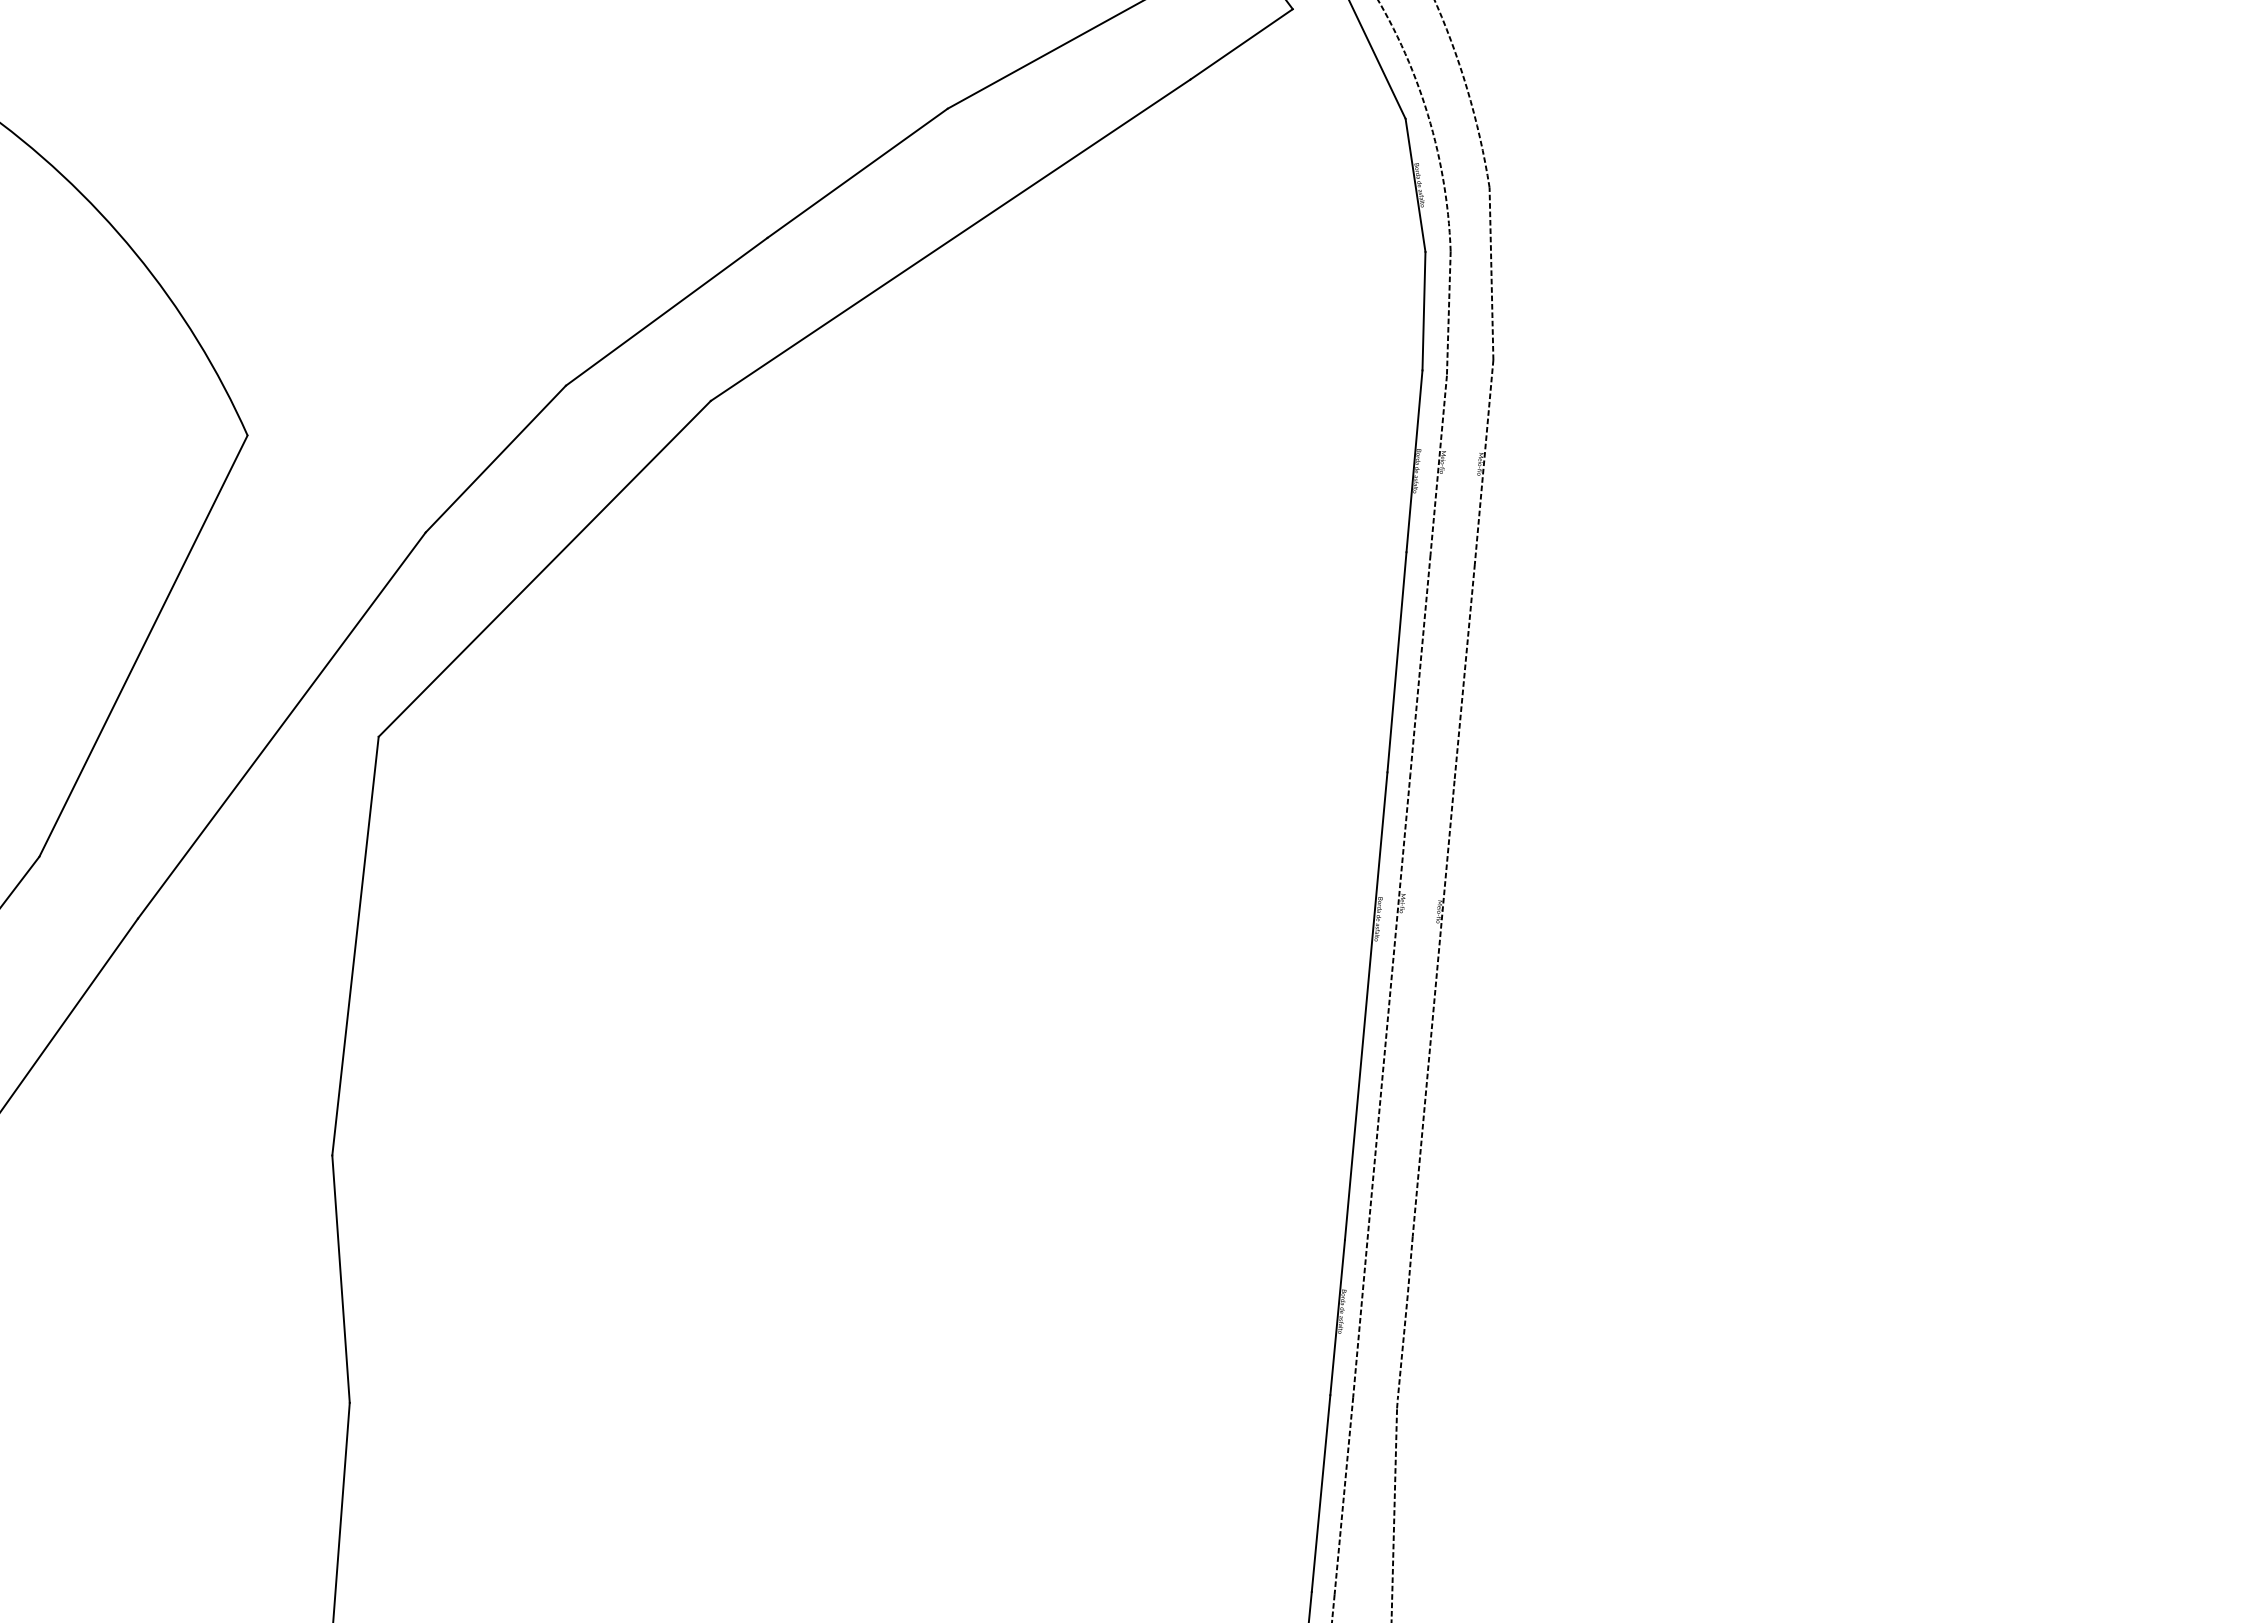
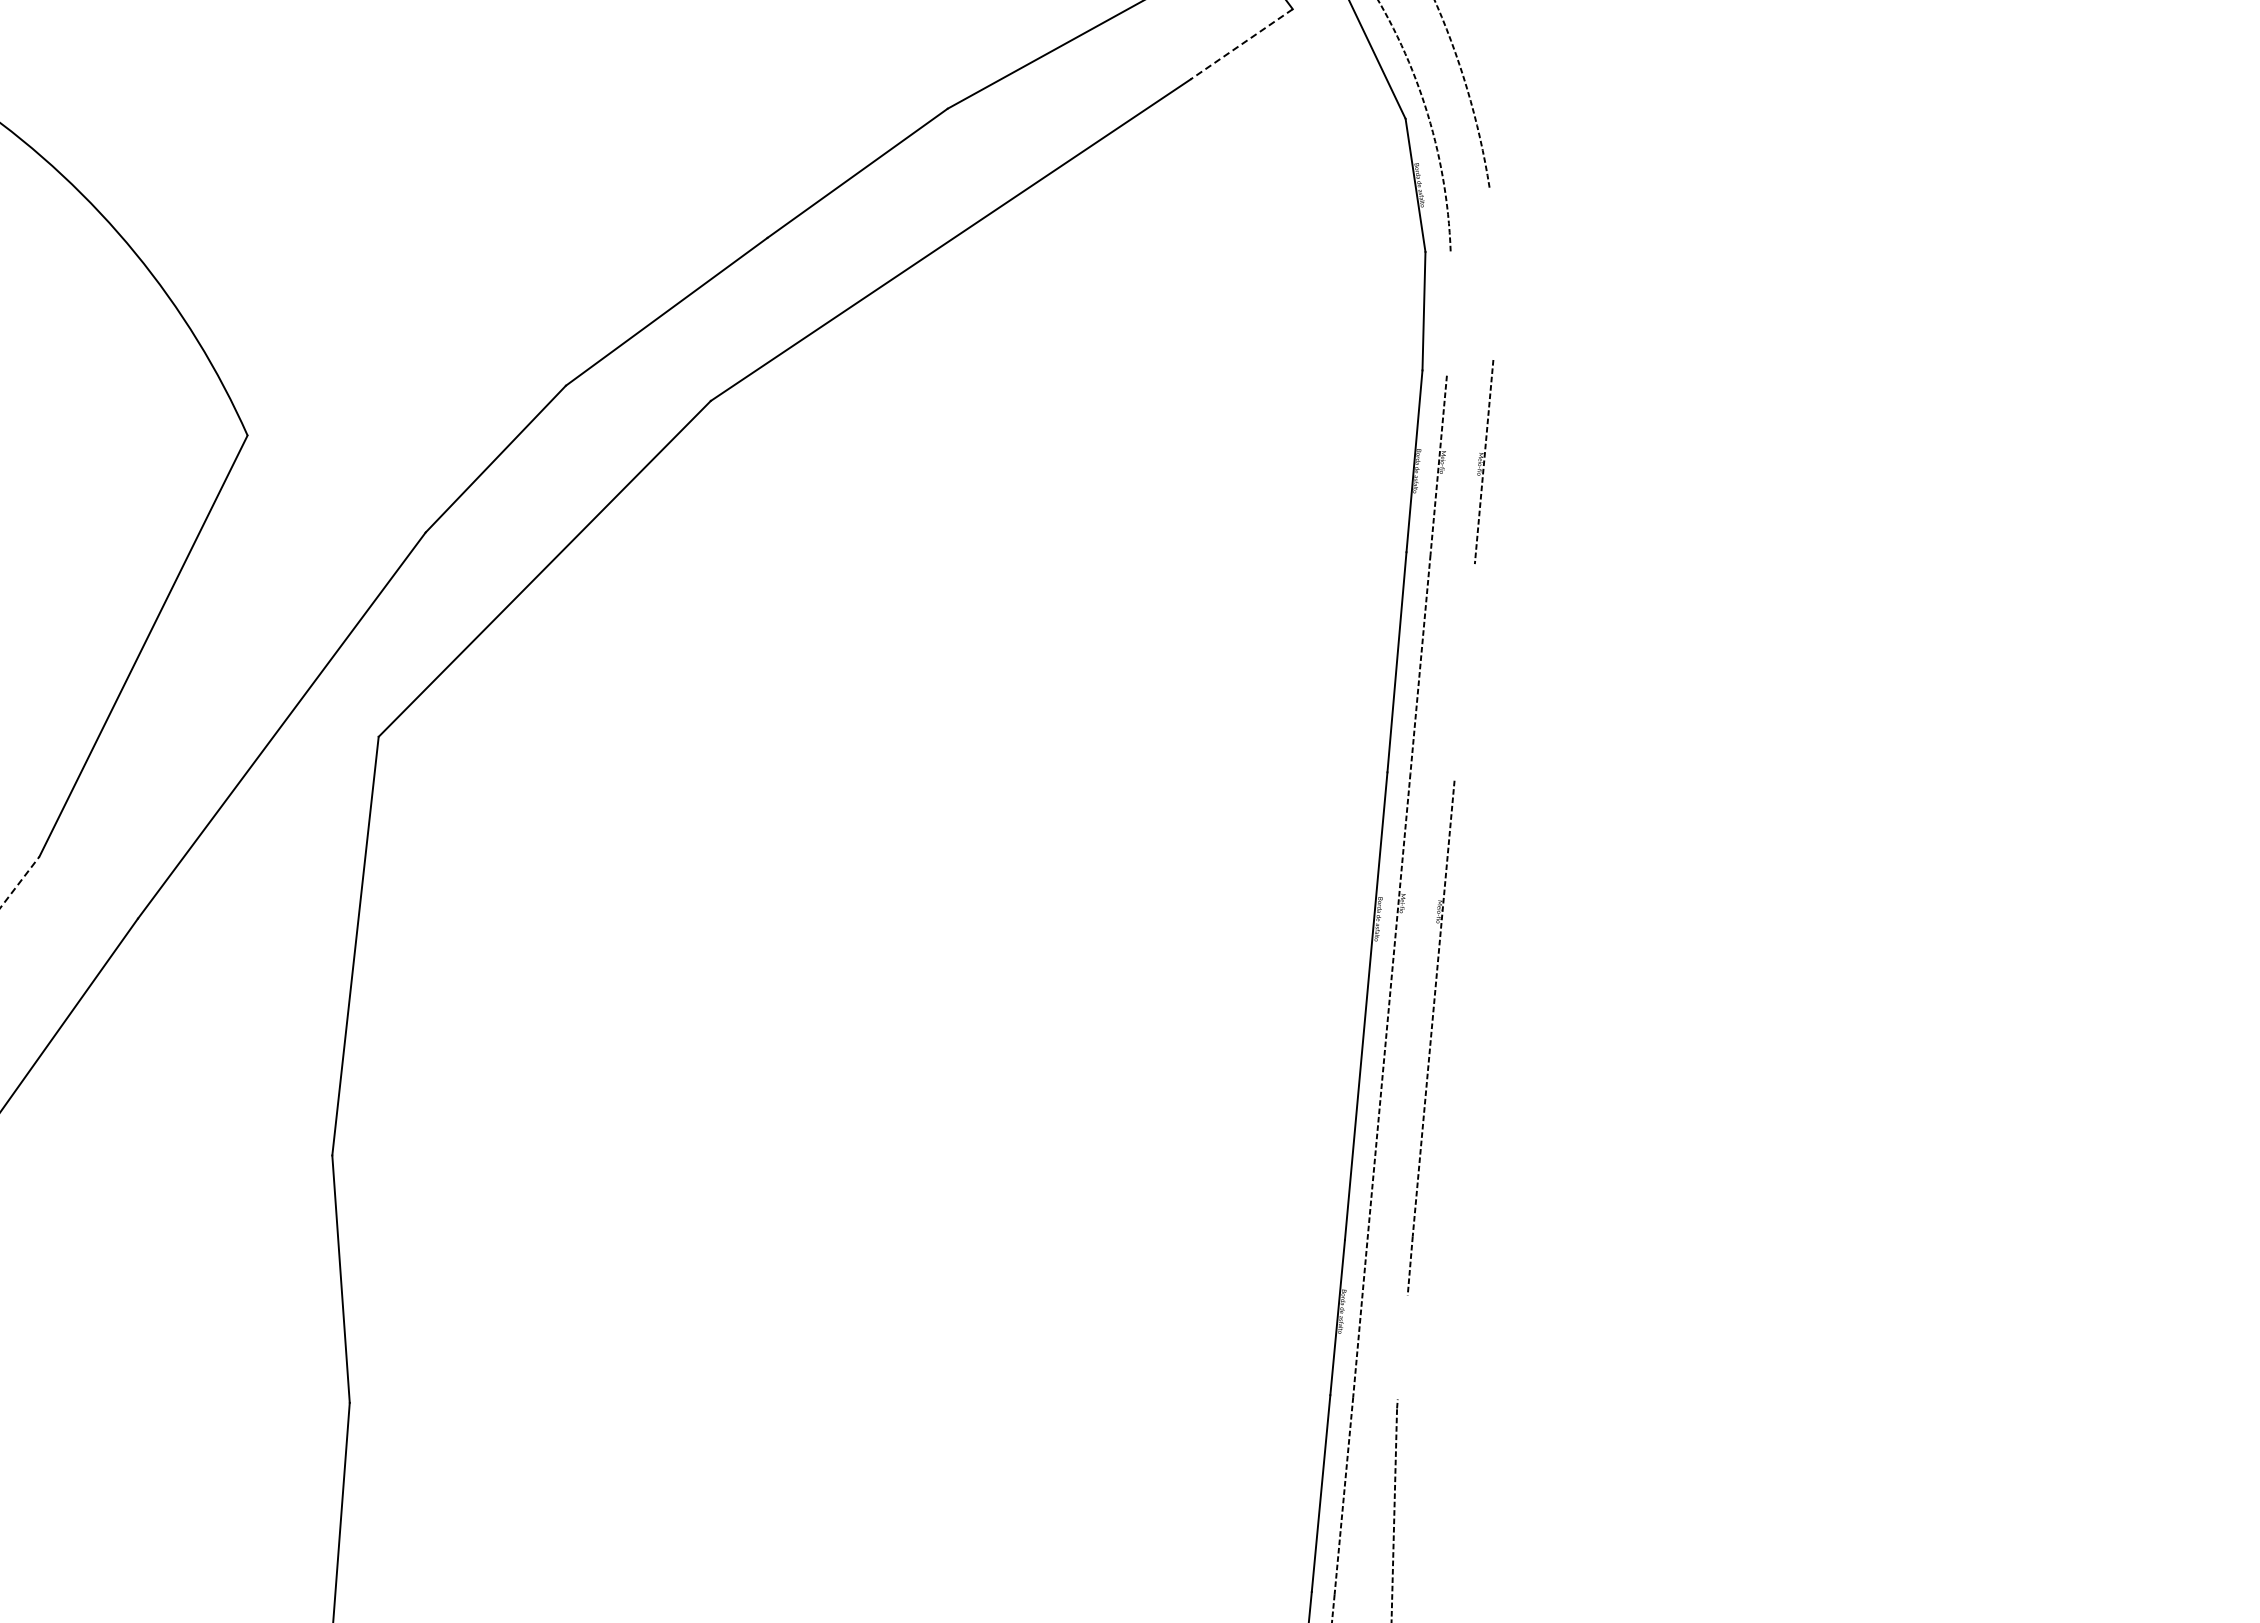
line at (1241, 44): solid -> dashed
line at (1491, 273): present -> none
line at (1448, 313): present -> none
line at (1464, 672): present -> none
line at (20, 882): solid -> dashed
line at (1402, 1347): present -> none
